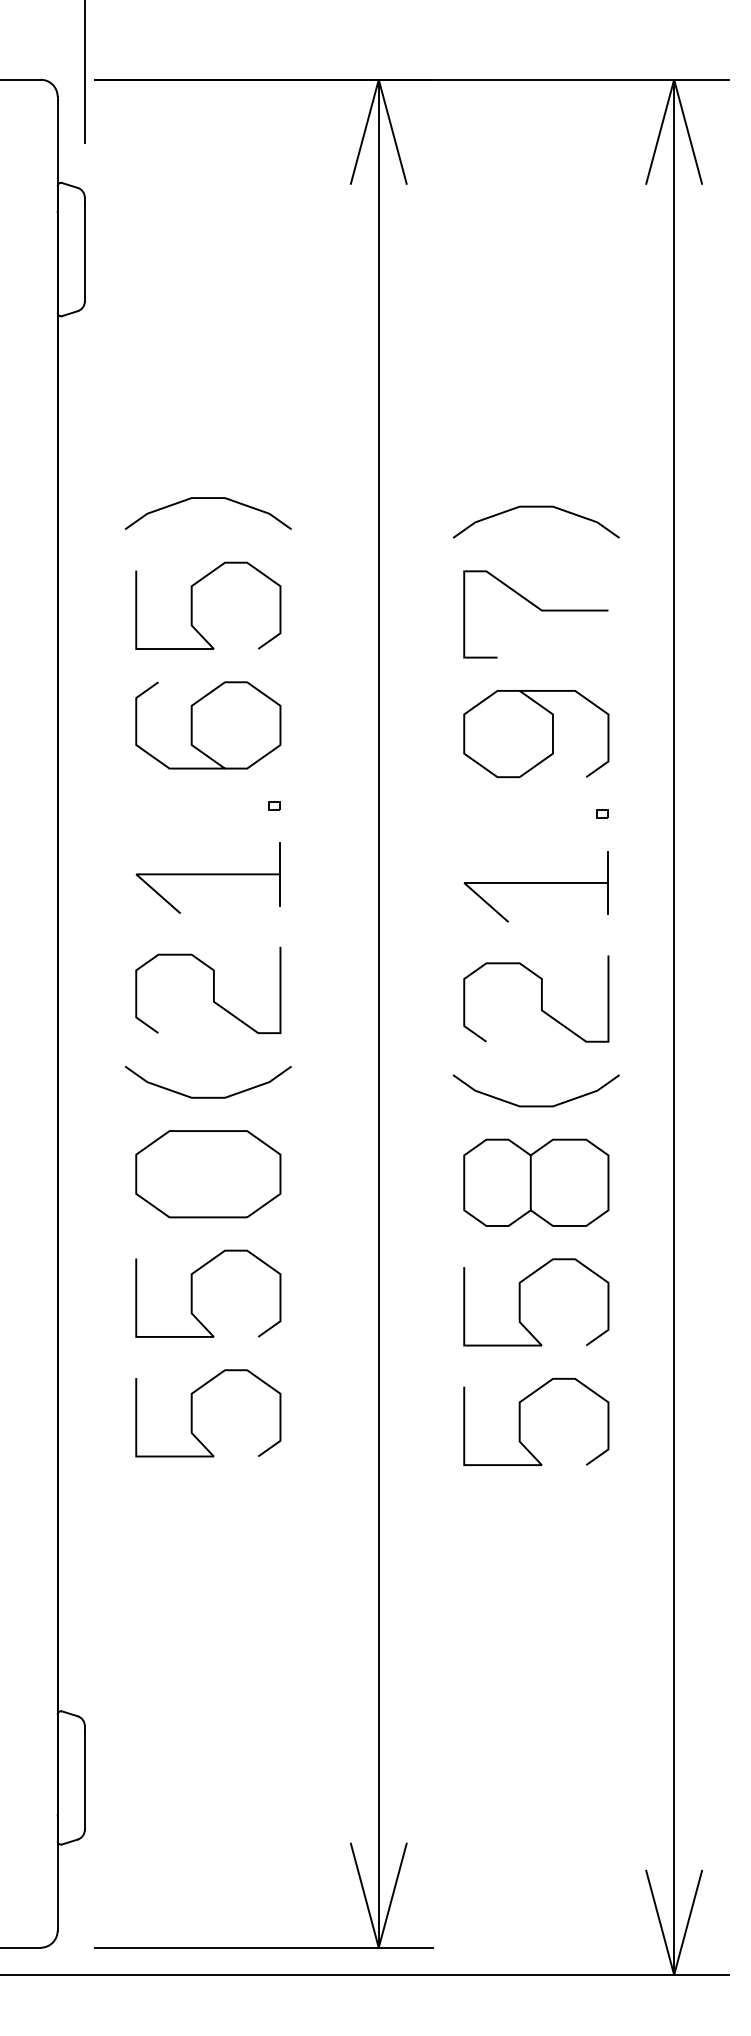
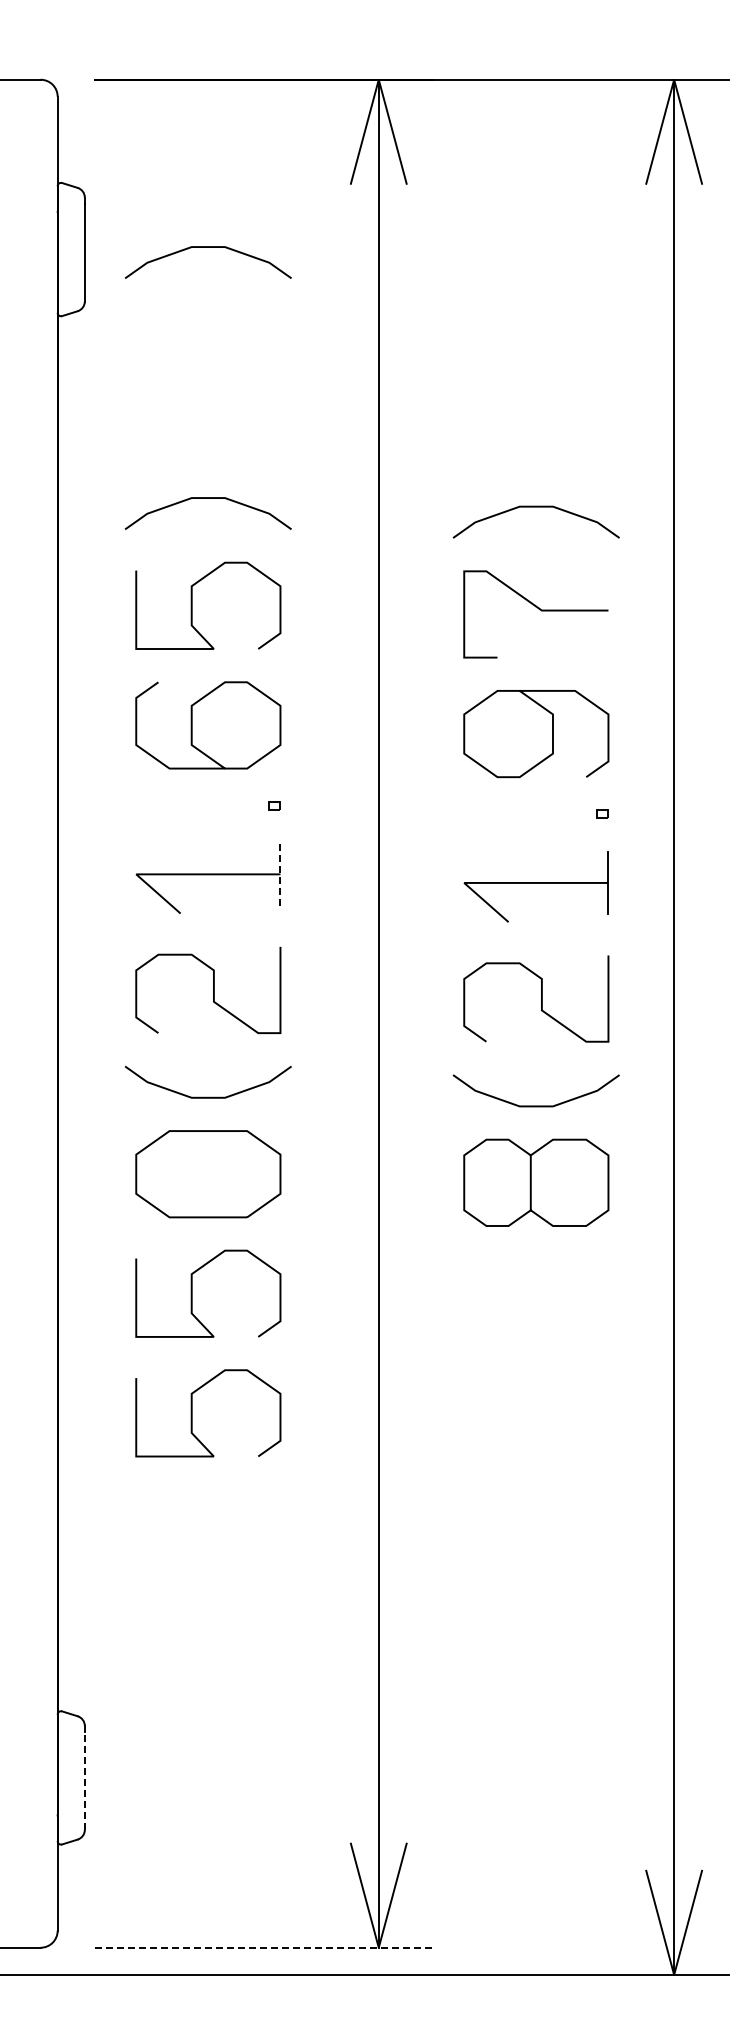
line at (84, 72): present -> none
curve at (207, 247): none -> present
line at (280, 873): solid -> dashed
curve at (520, 1302): present -> none
curve at (520, 1421): present -> none
line at (84, 1781): solid -> dashed
line at (264, 1947): solid -> dashed
